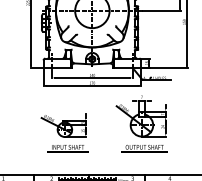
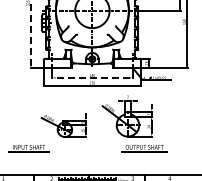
line at (31, 32): solid -> dashed
line at (92, 77): solid -> dashed
part at (140, 116) position: (140, 116) -> (126, 116)
part at (67, 148) position: (67, 148) -> (28, 148)
